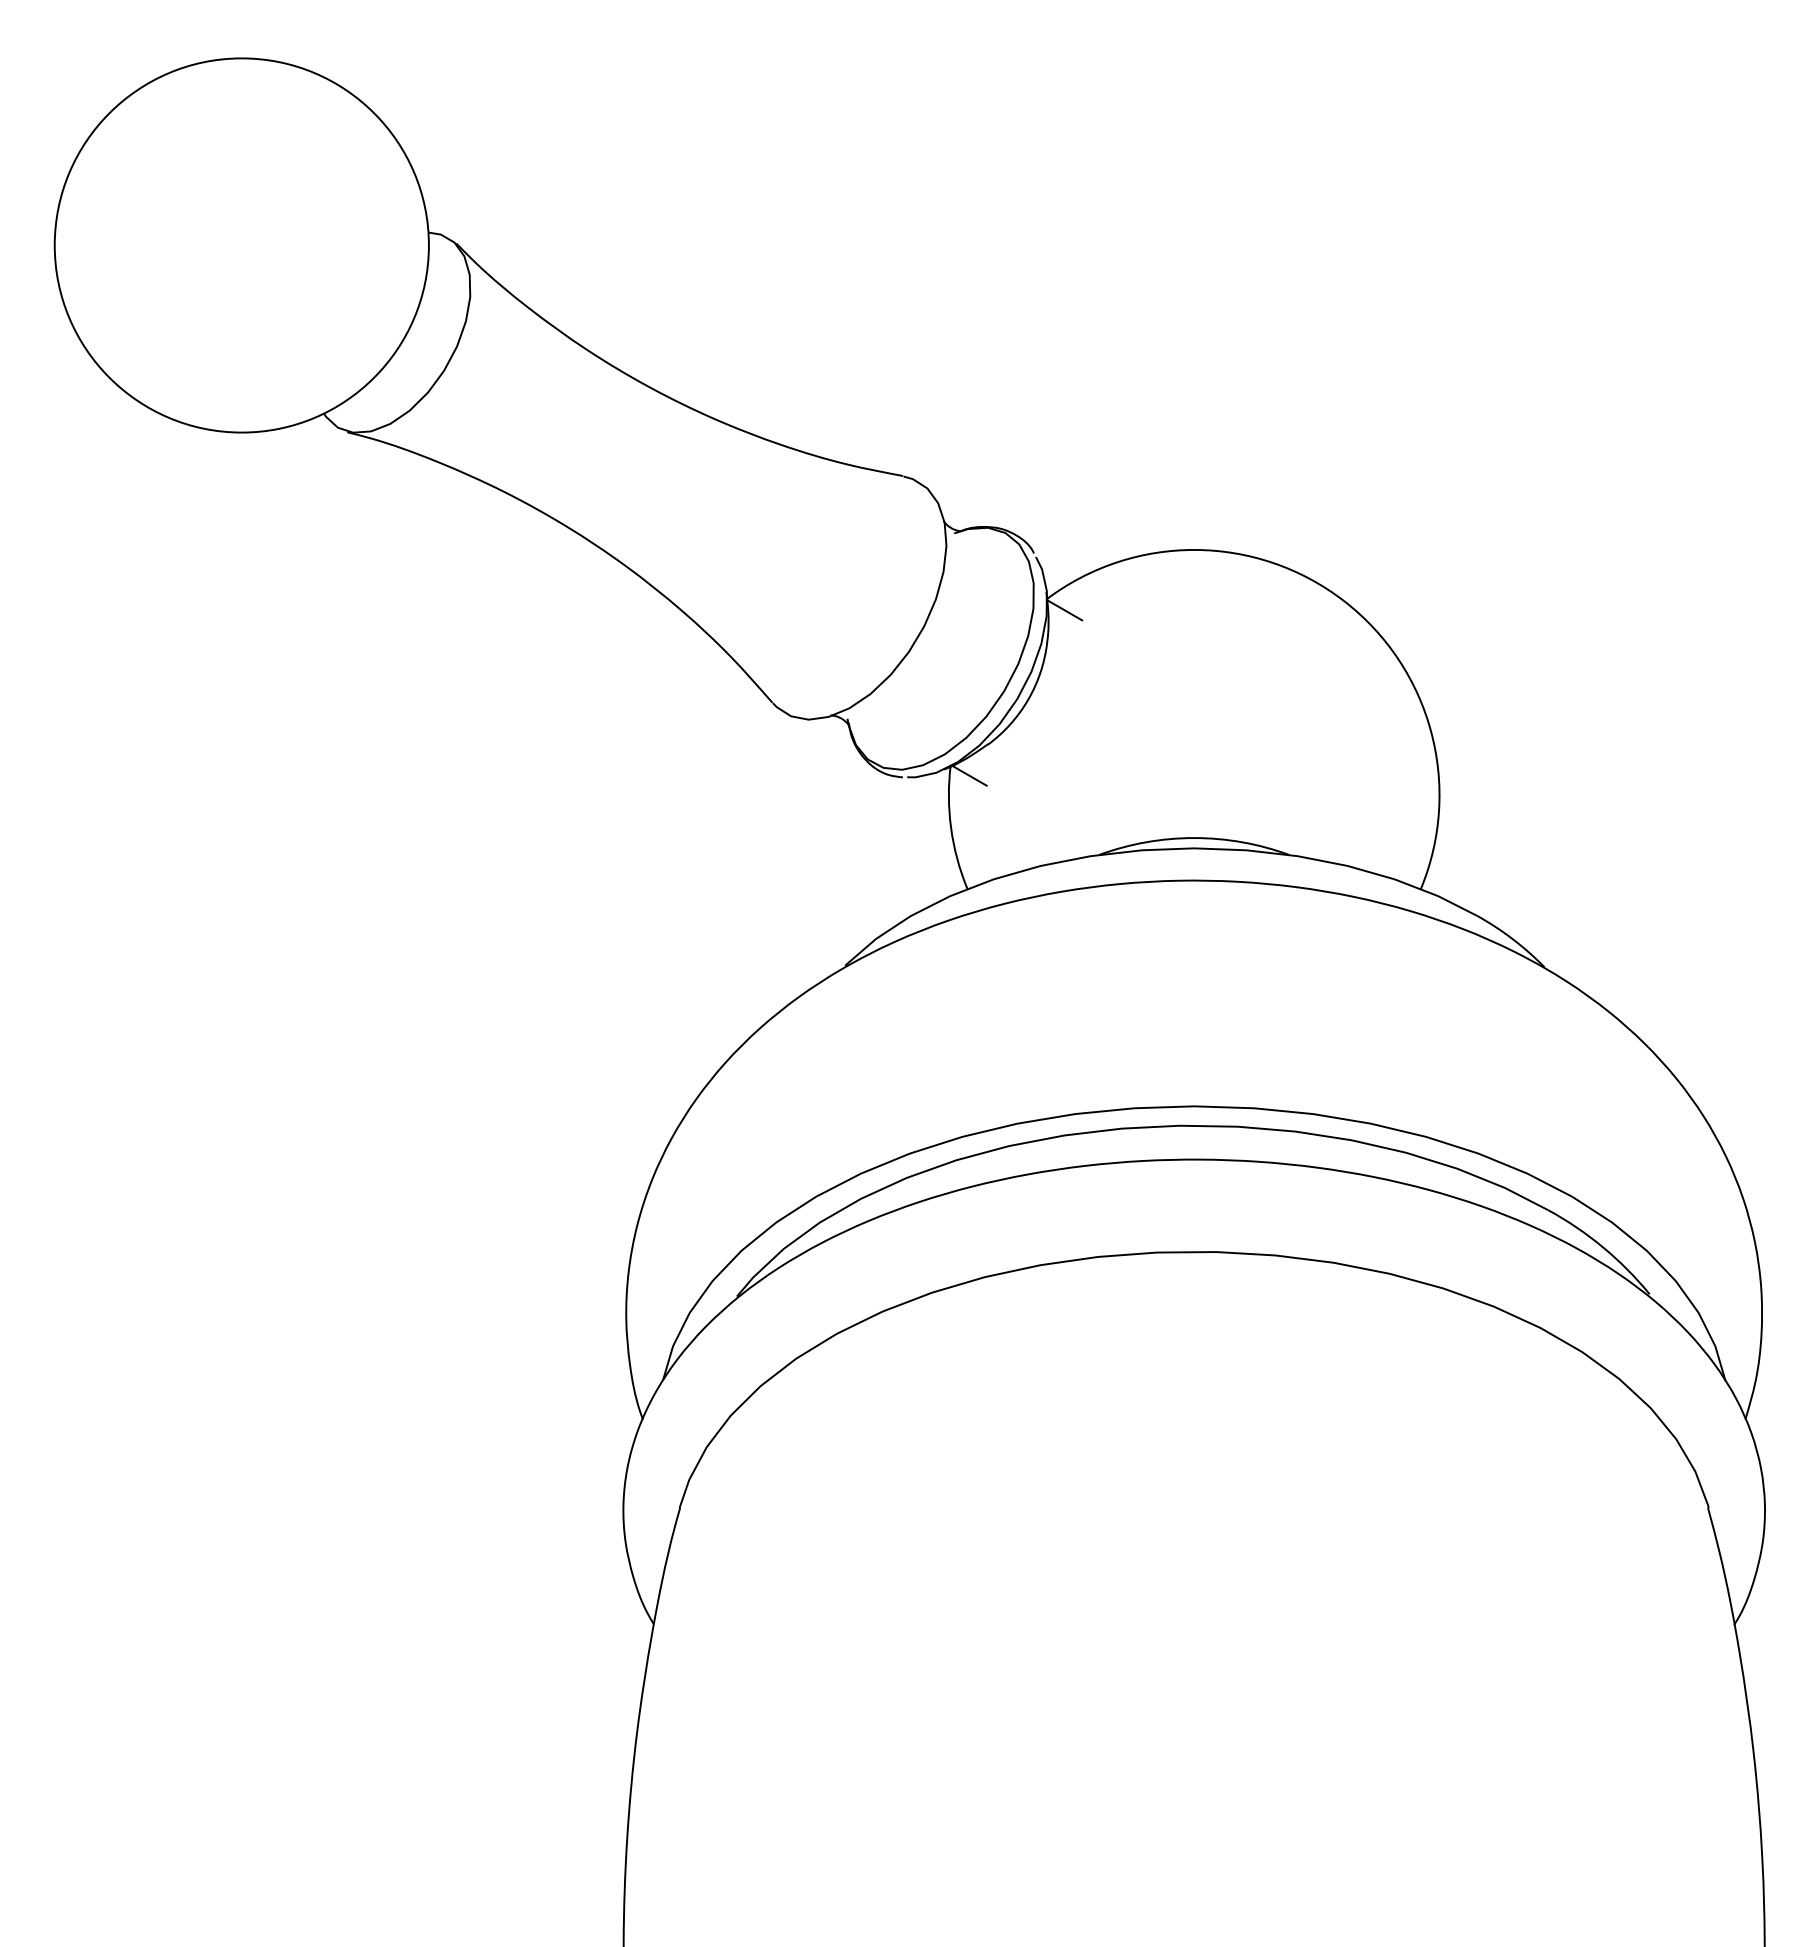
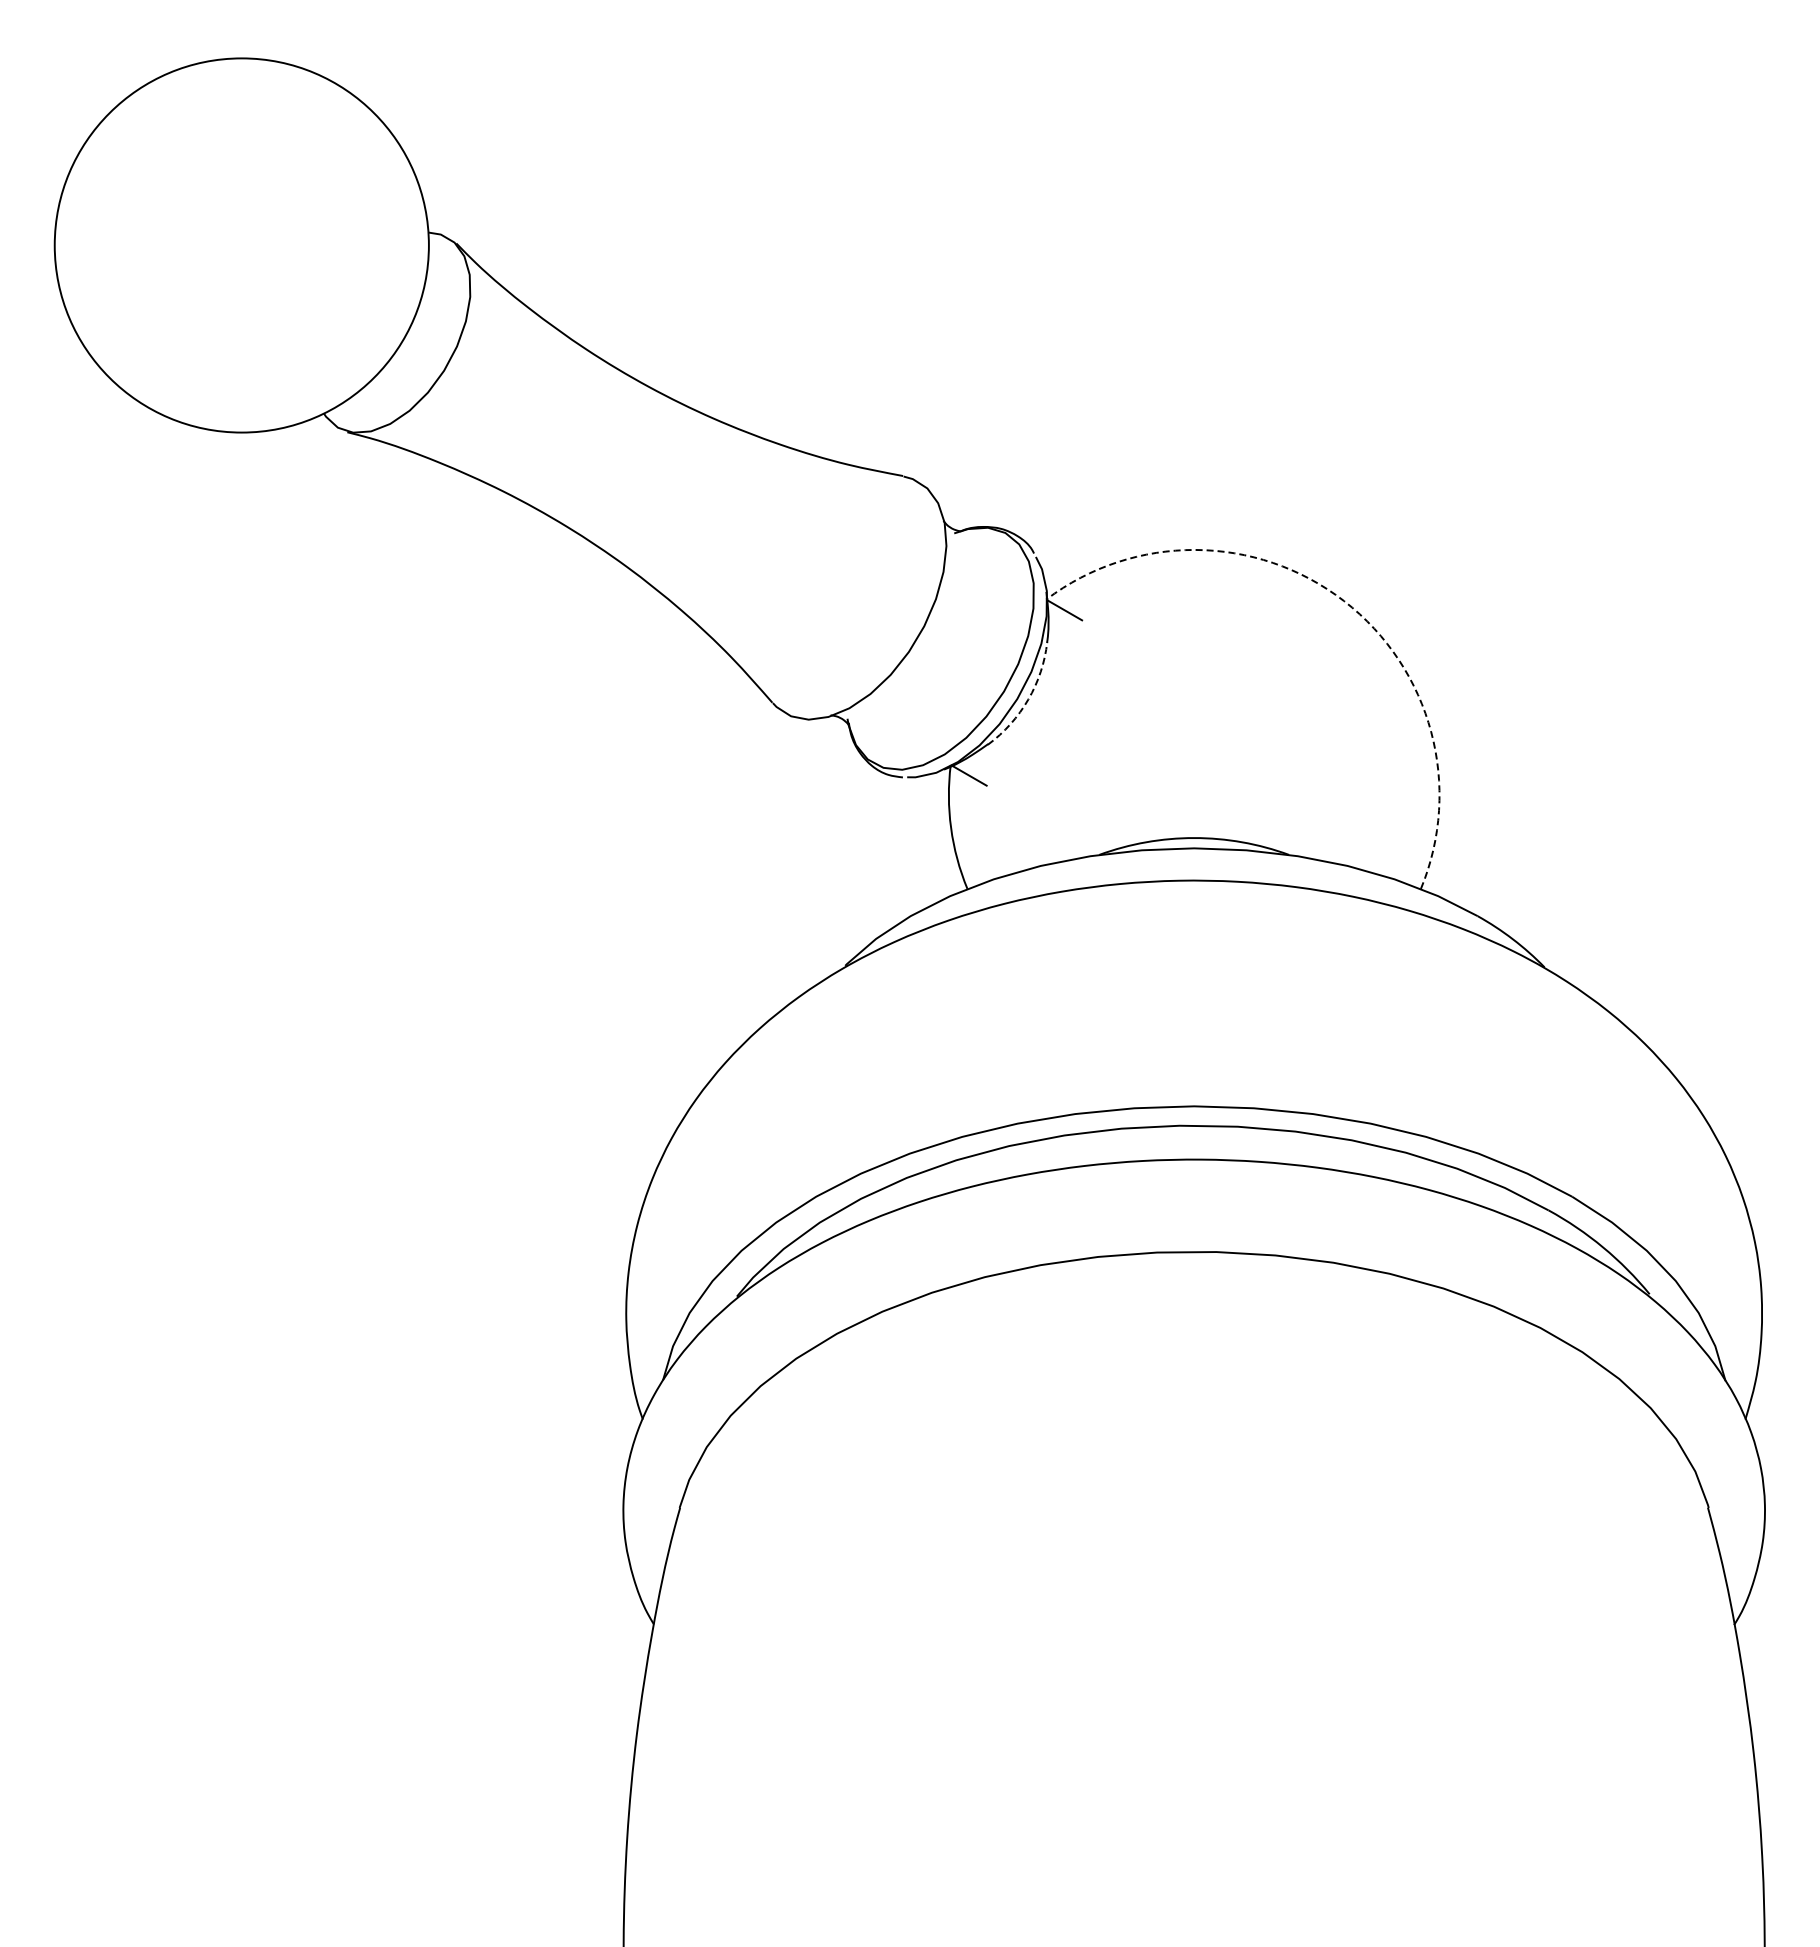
arc at (1344, 601): solid -> dashed
arc at (1028, 699): solid -> dashed
